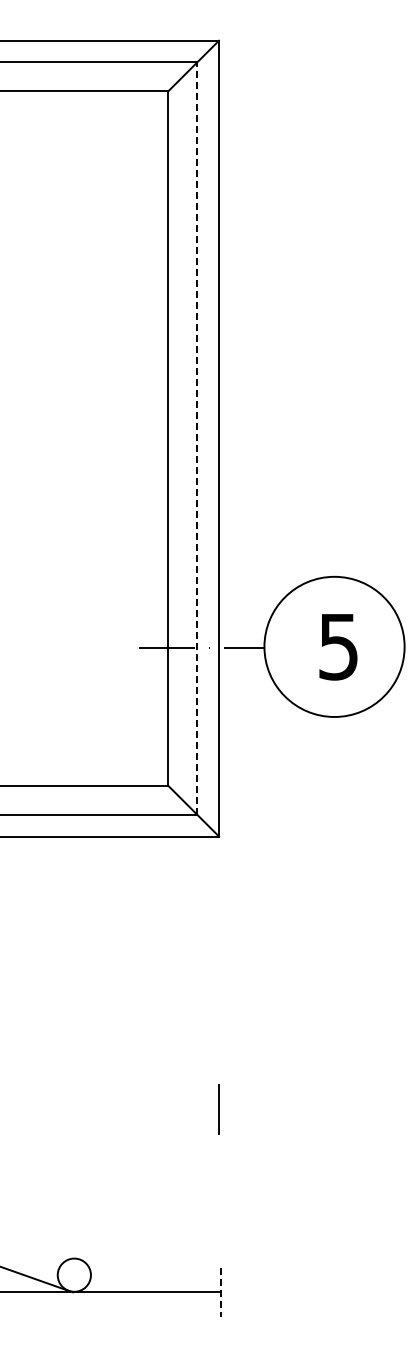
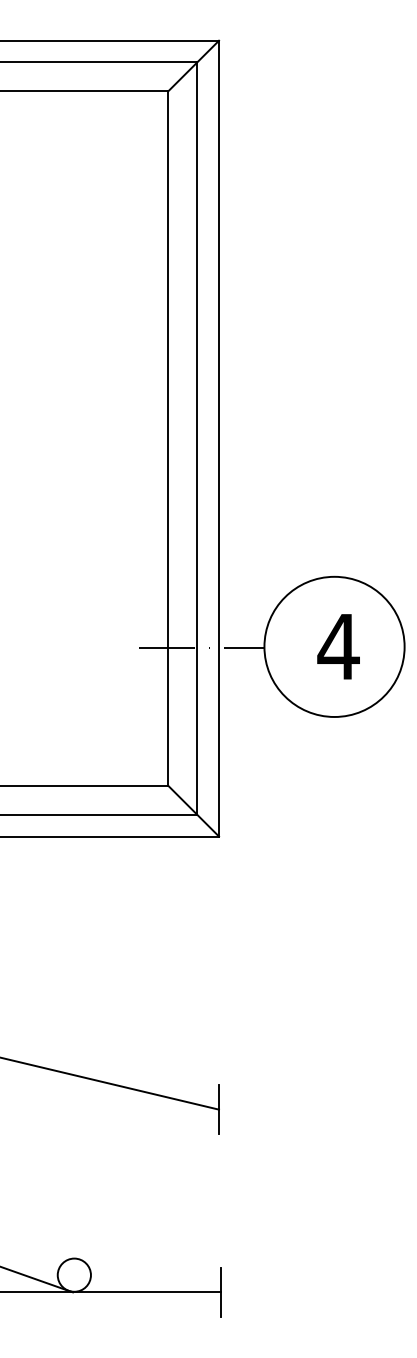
line at (197, 438): dashed -> solid
text at (338, 647): 5 -> 4
line at (110, 1083): none -> present
line at (220, 1292): dashed -> solid
